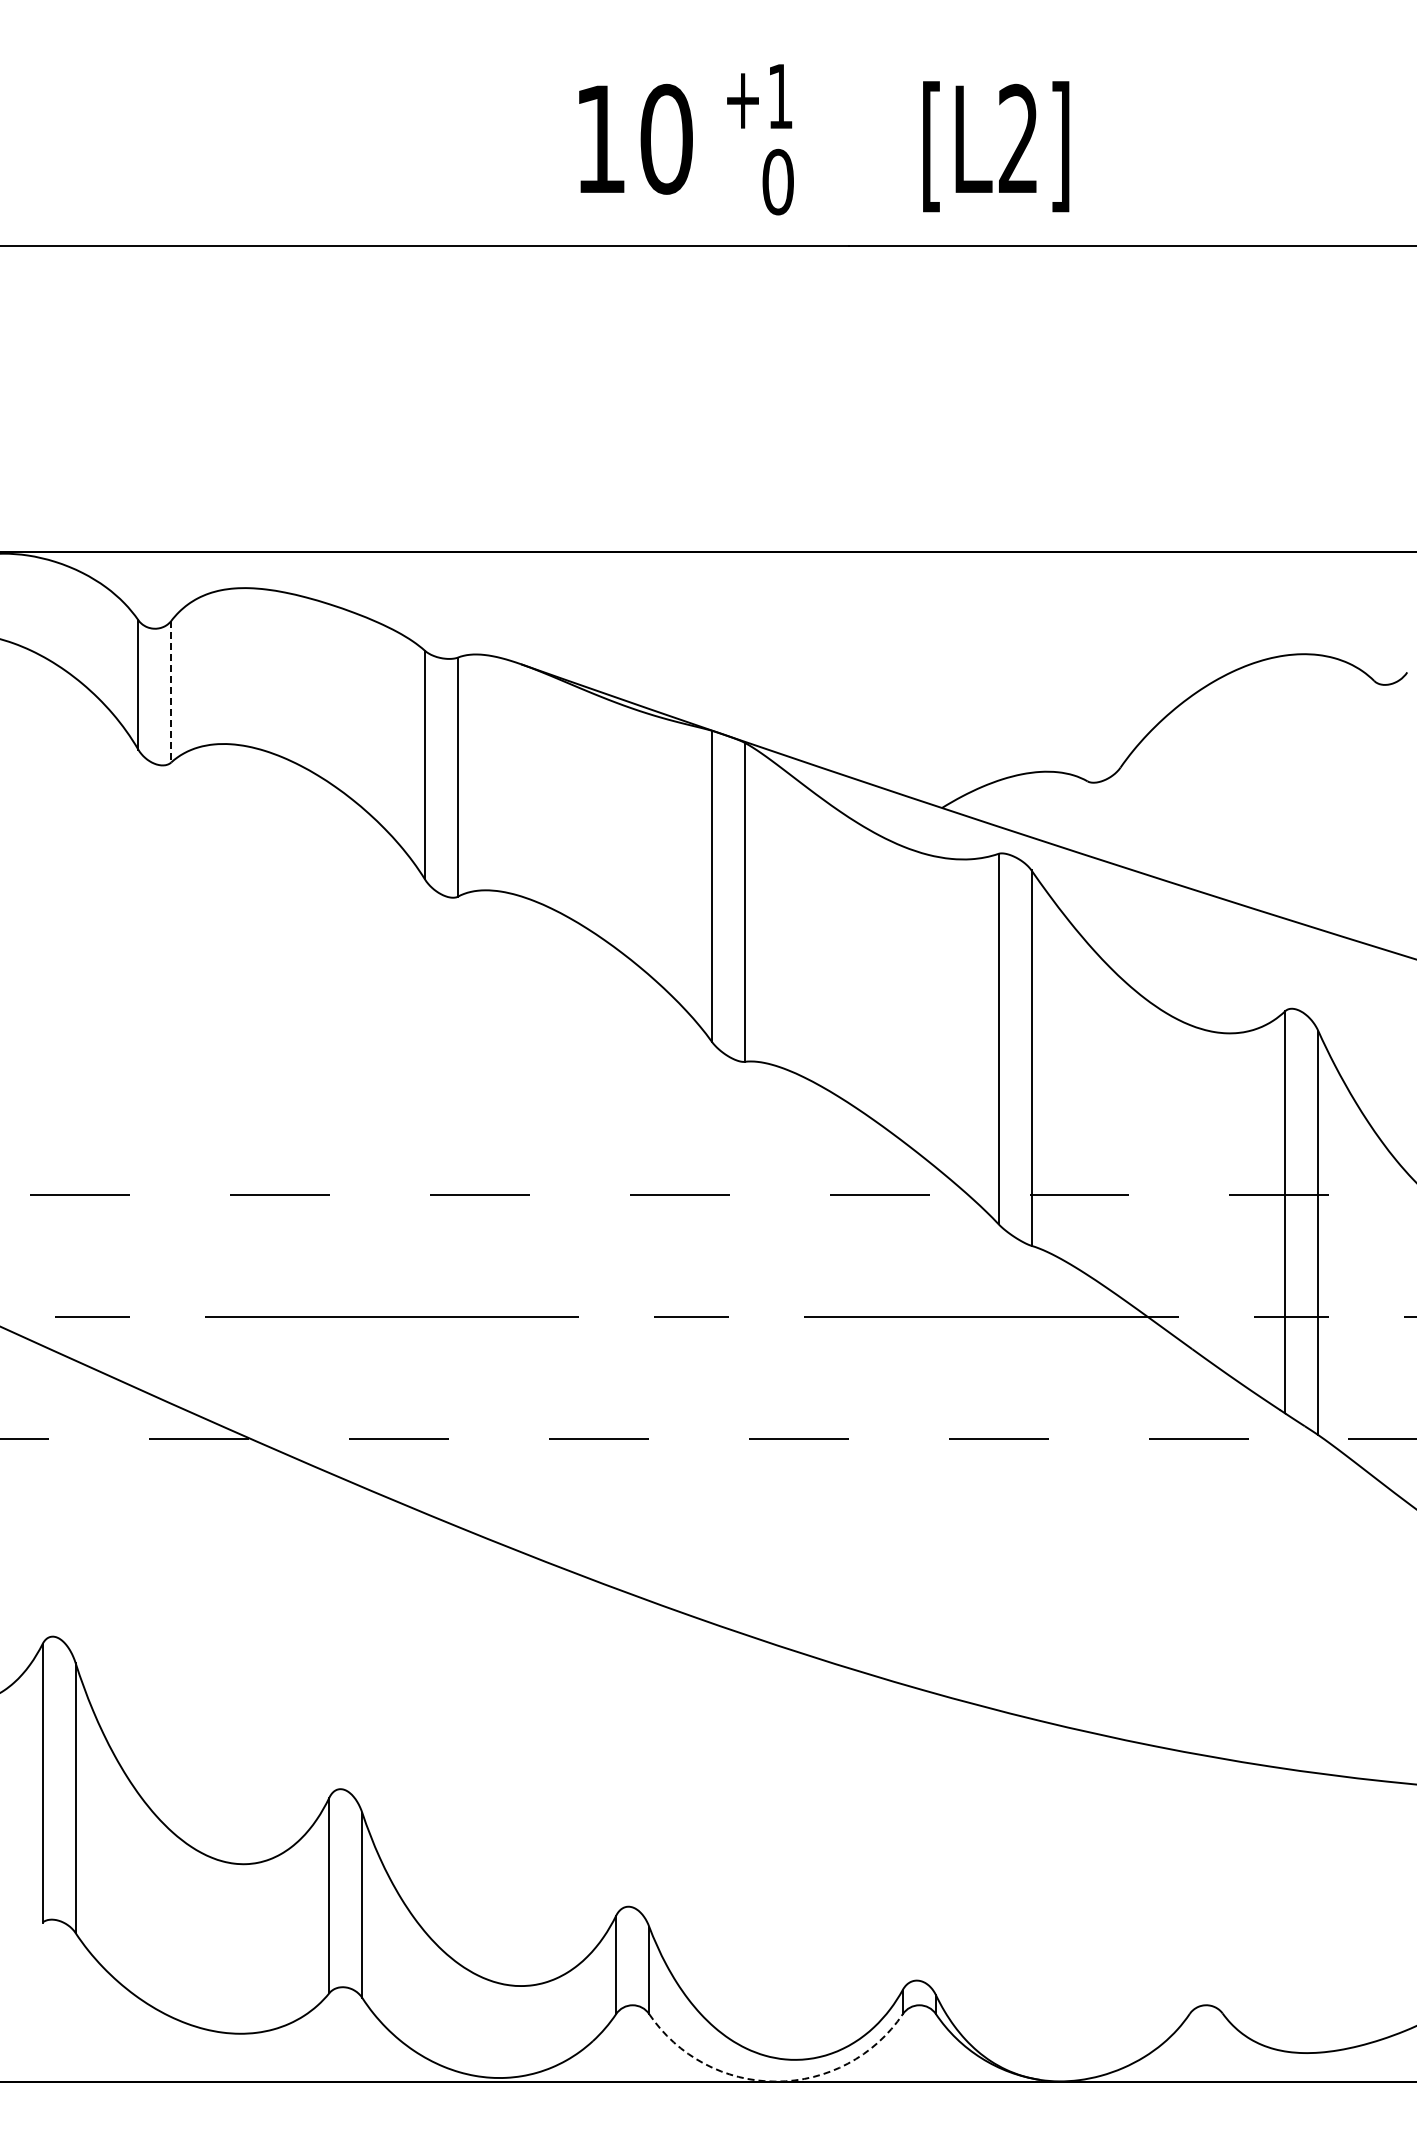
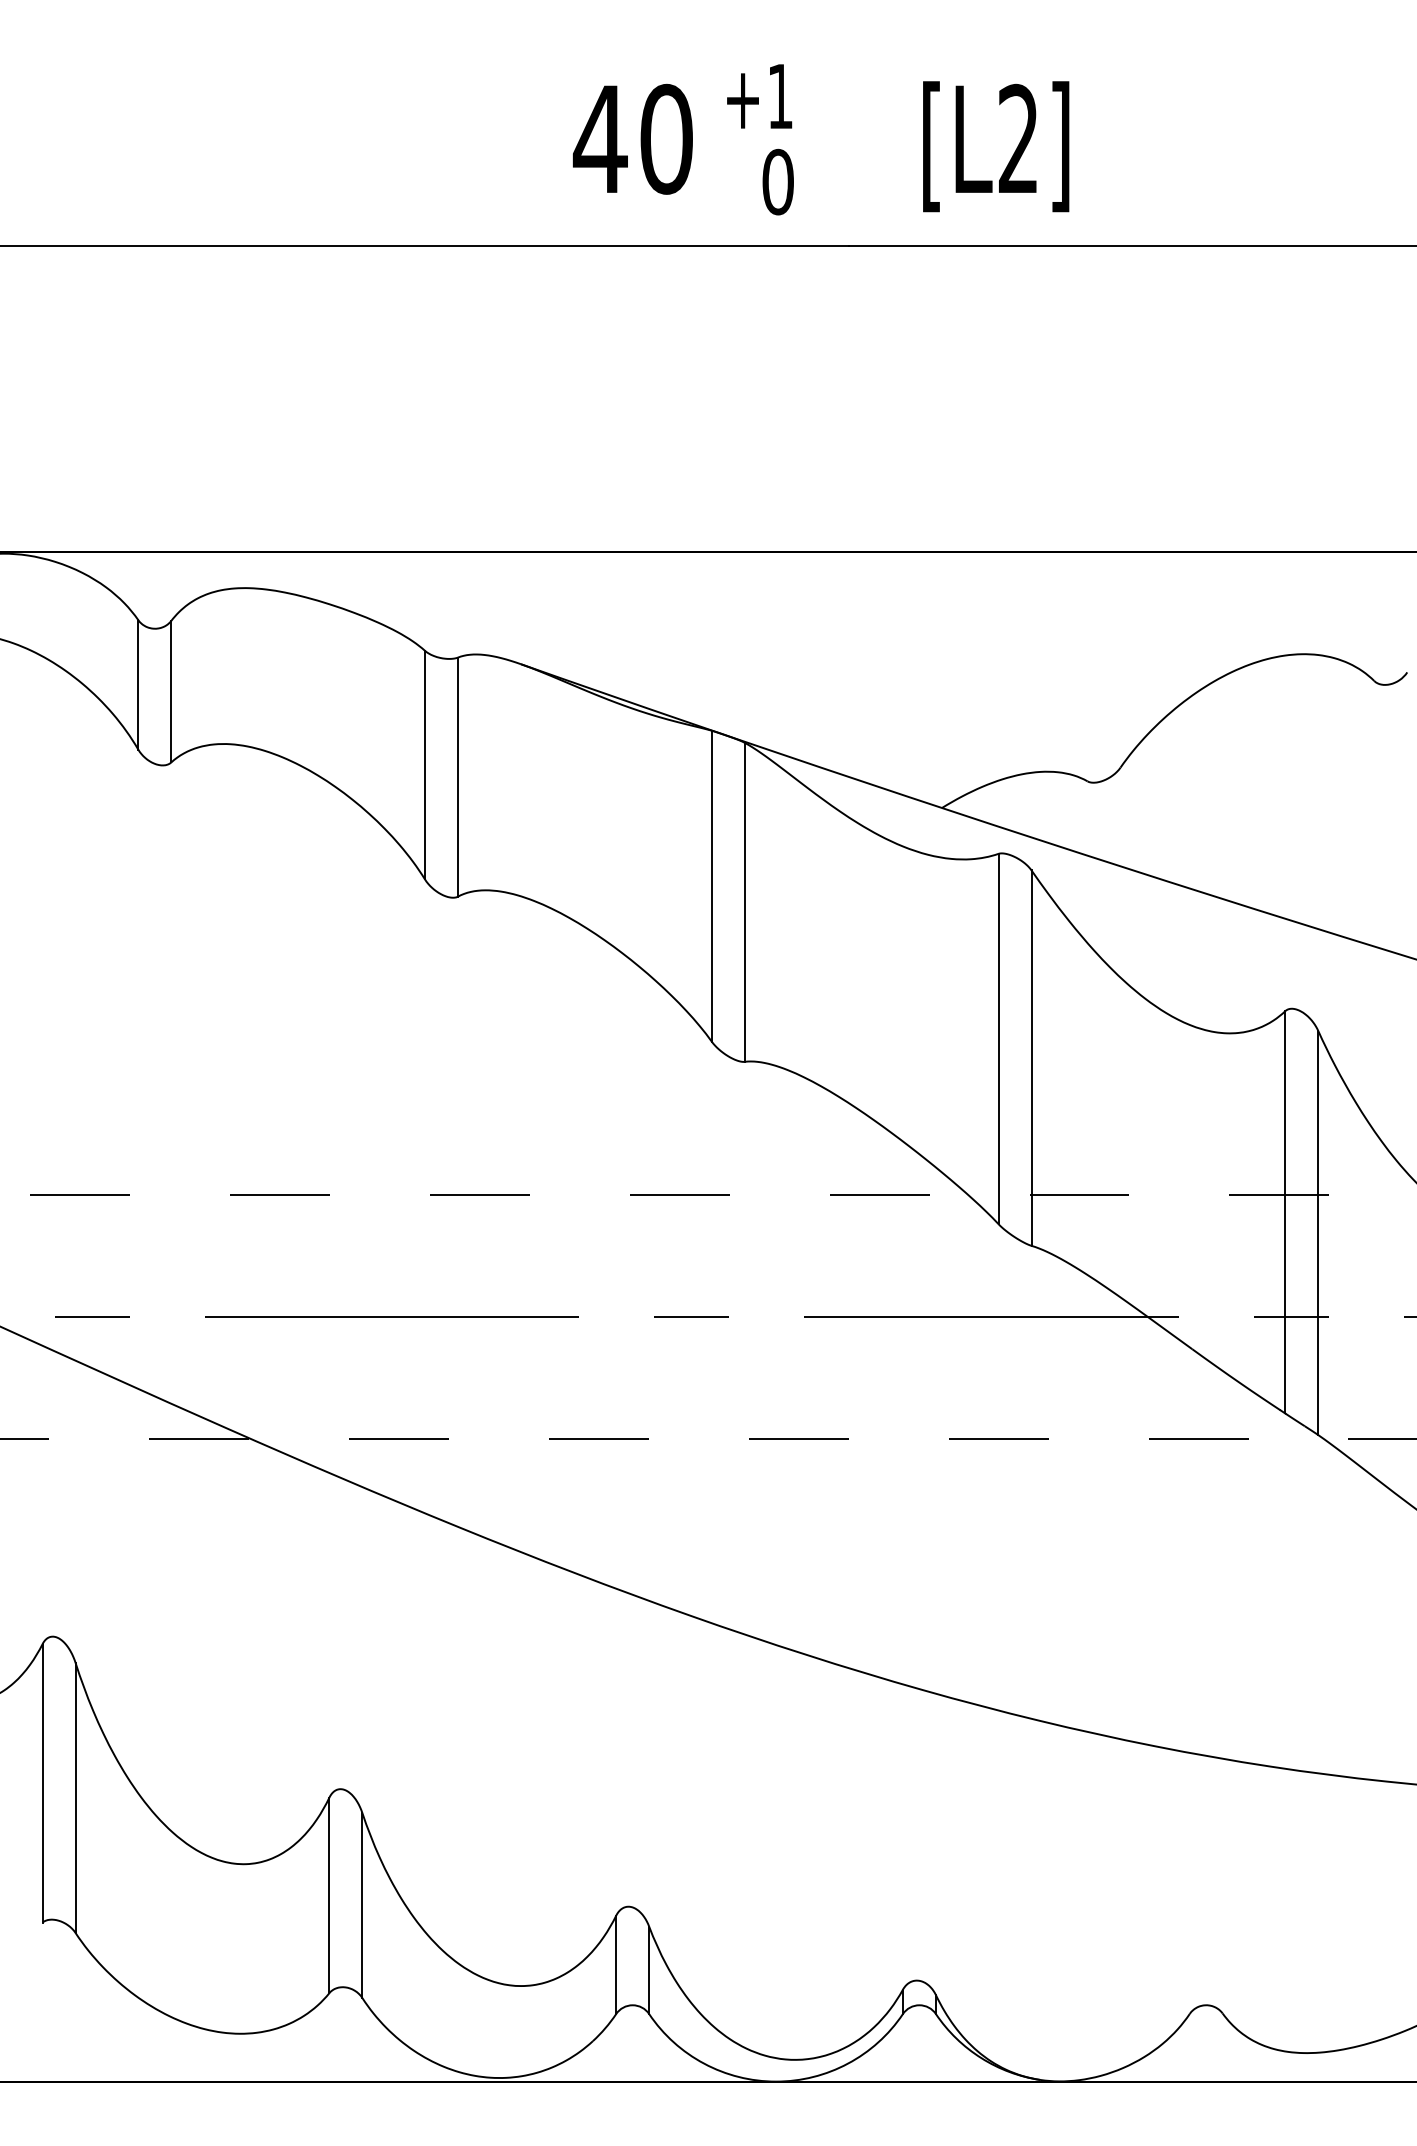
text at (599, 138): 10 -> 40
line at (171, 691): dashed -> solid
arc at (776, 2081): dashed -> solid
